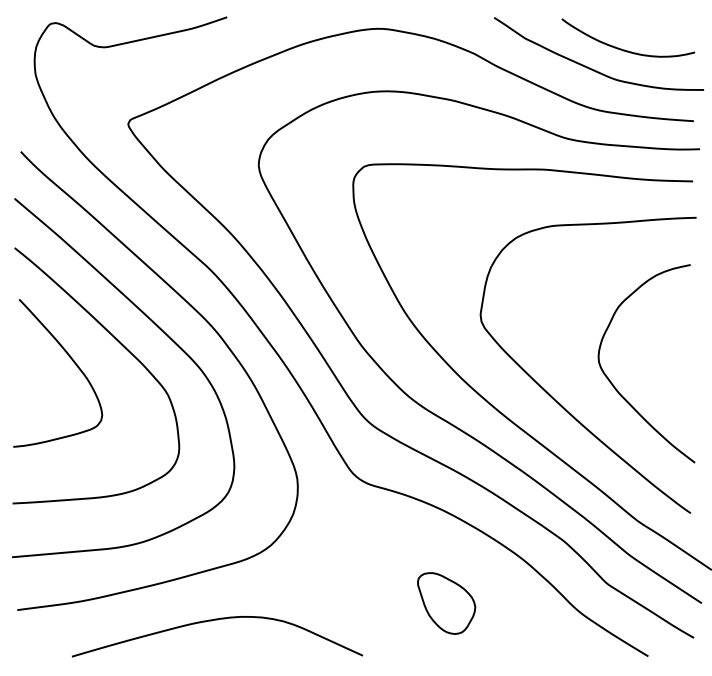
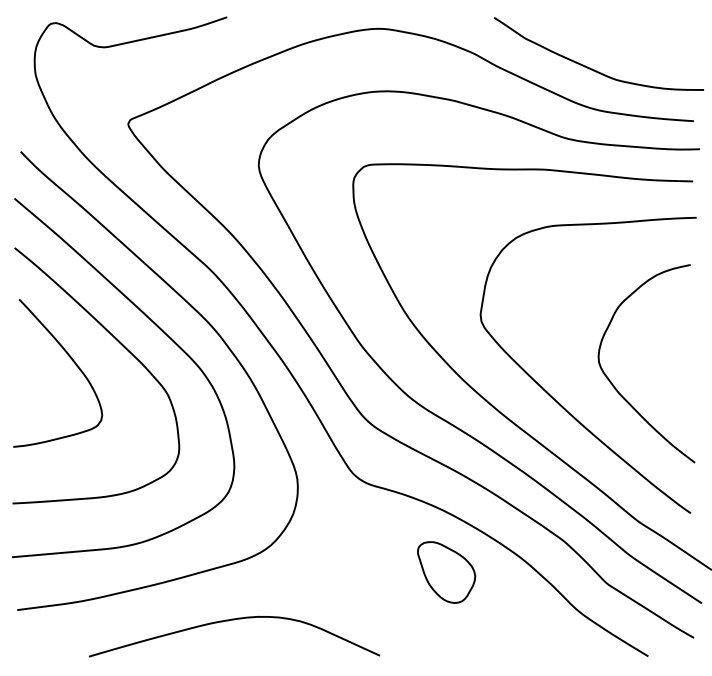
curve at (624, 49): present -> none
part at (446, 603) position: (446, 603) -> (446, 572)
curve at (217, 620) position: (217, 620) -> (234, 620)
